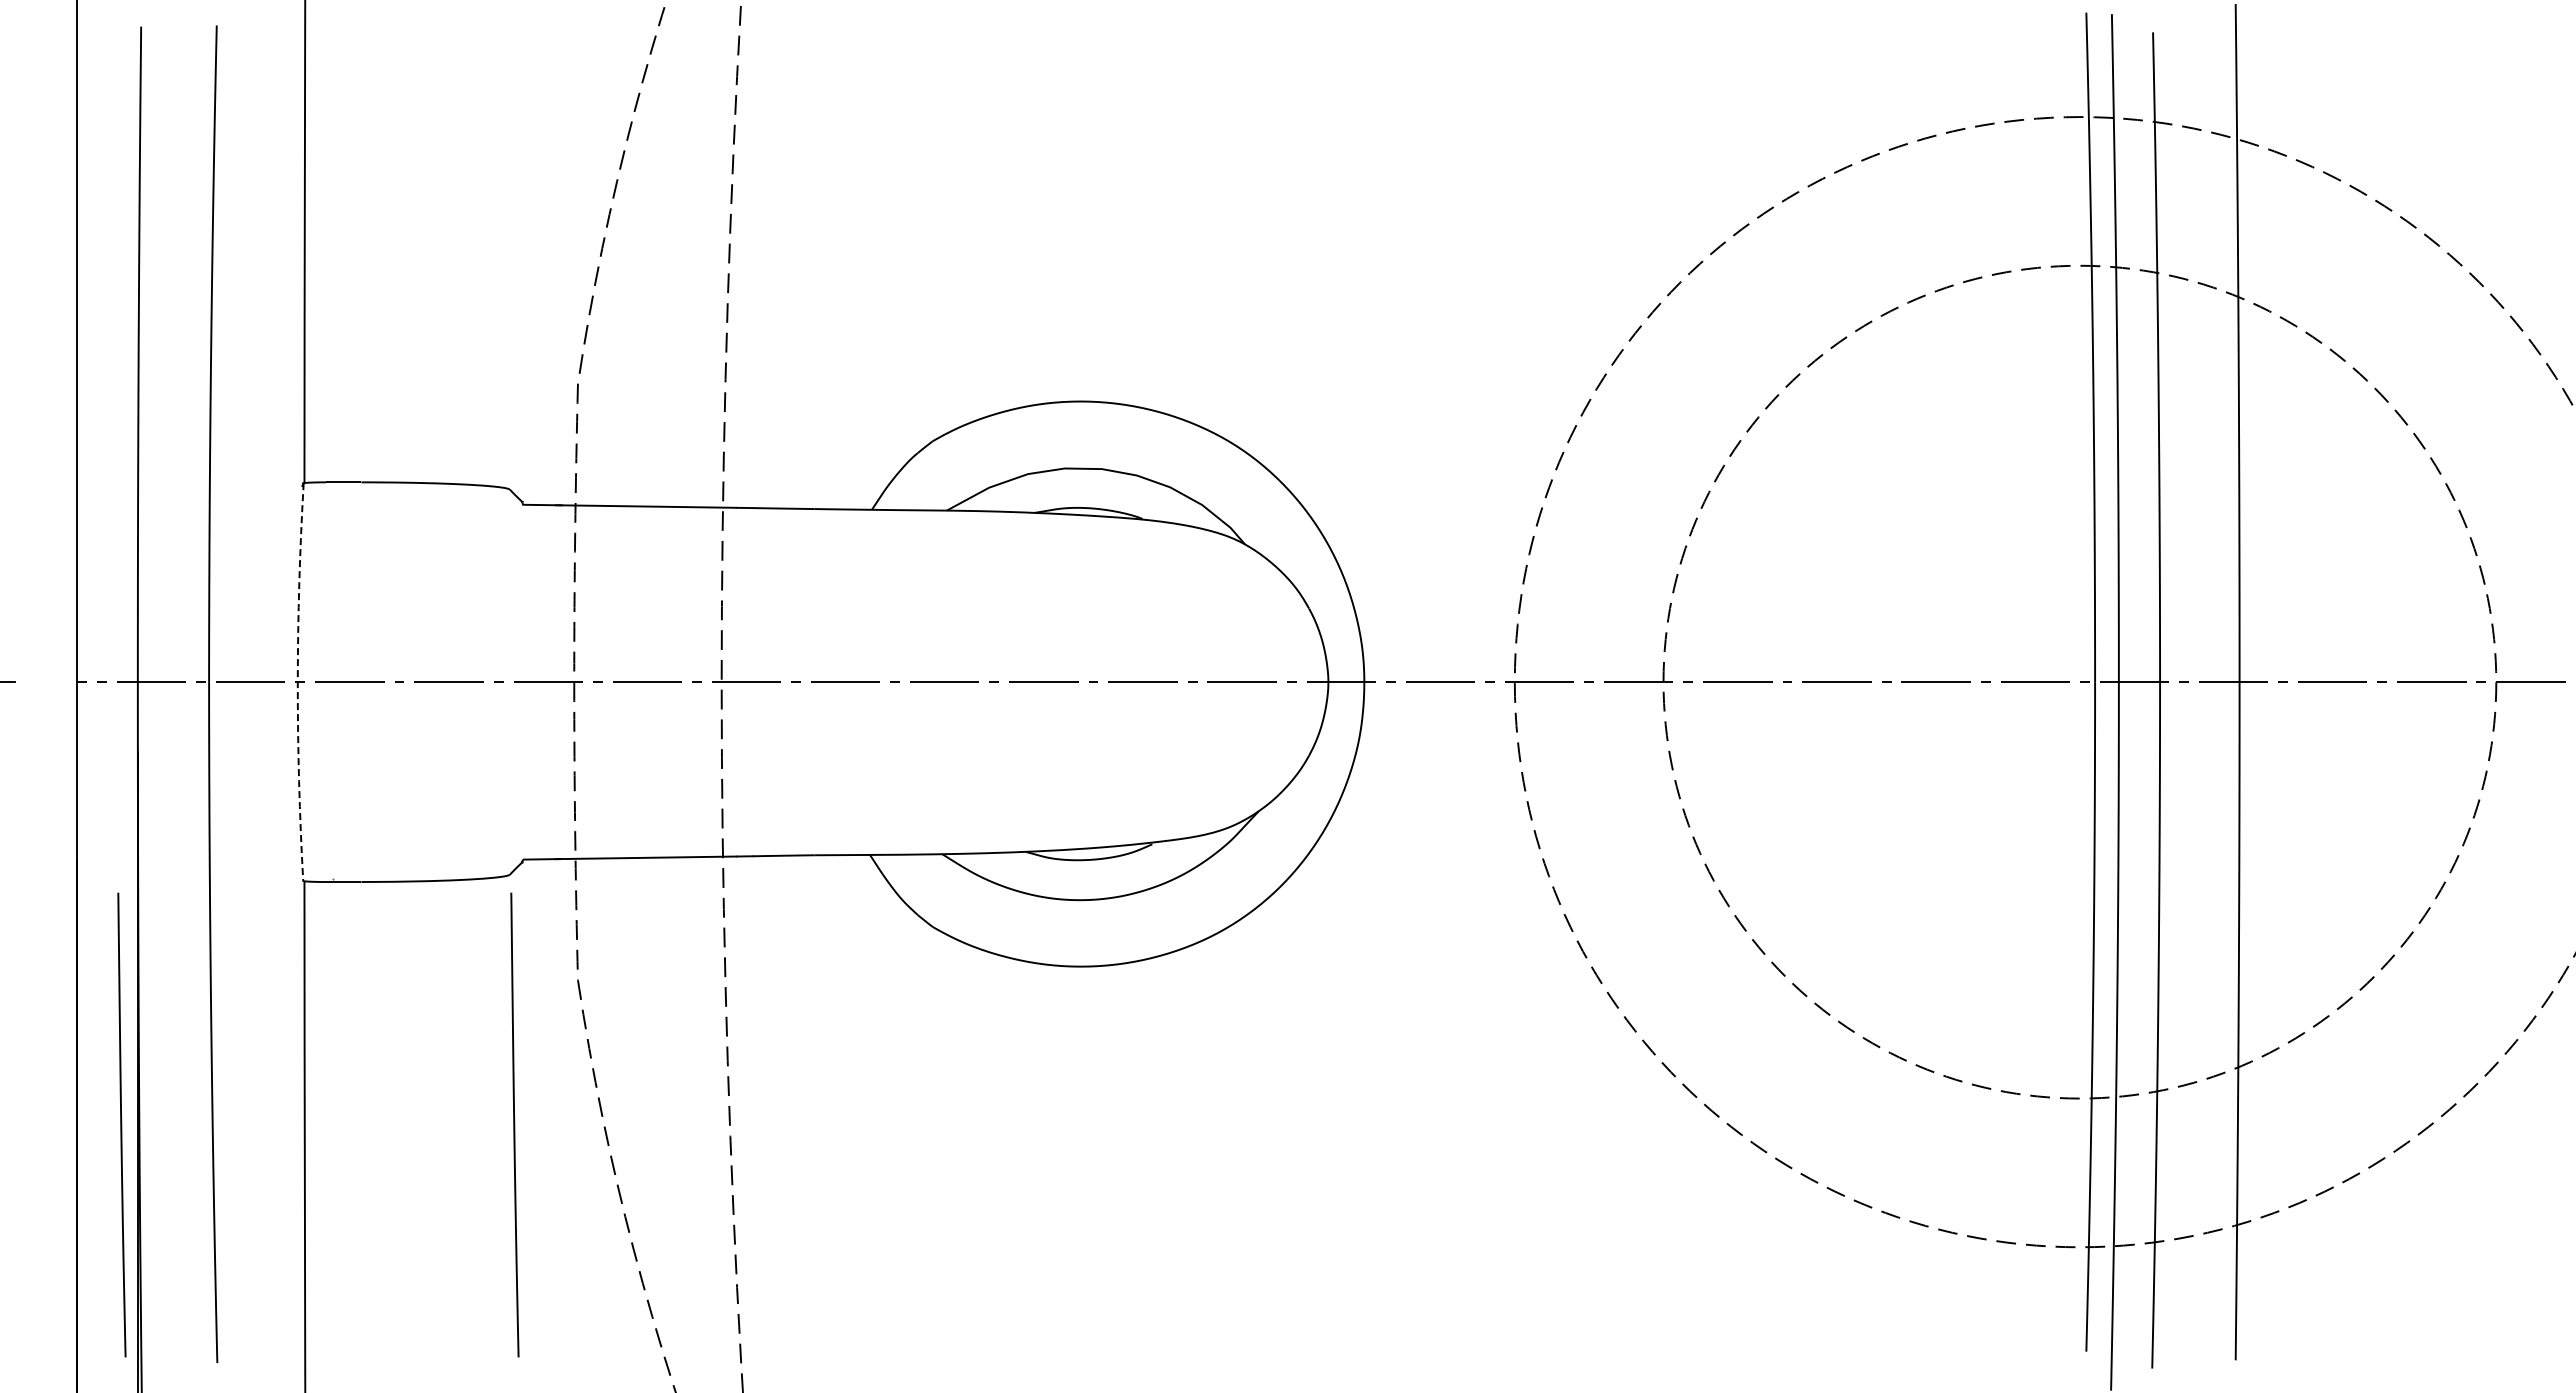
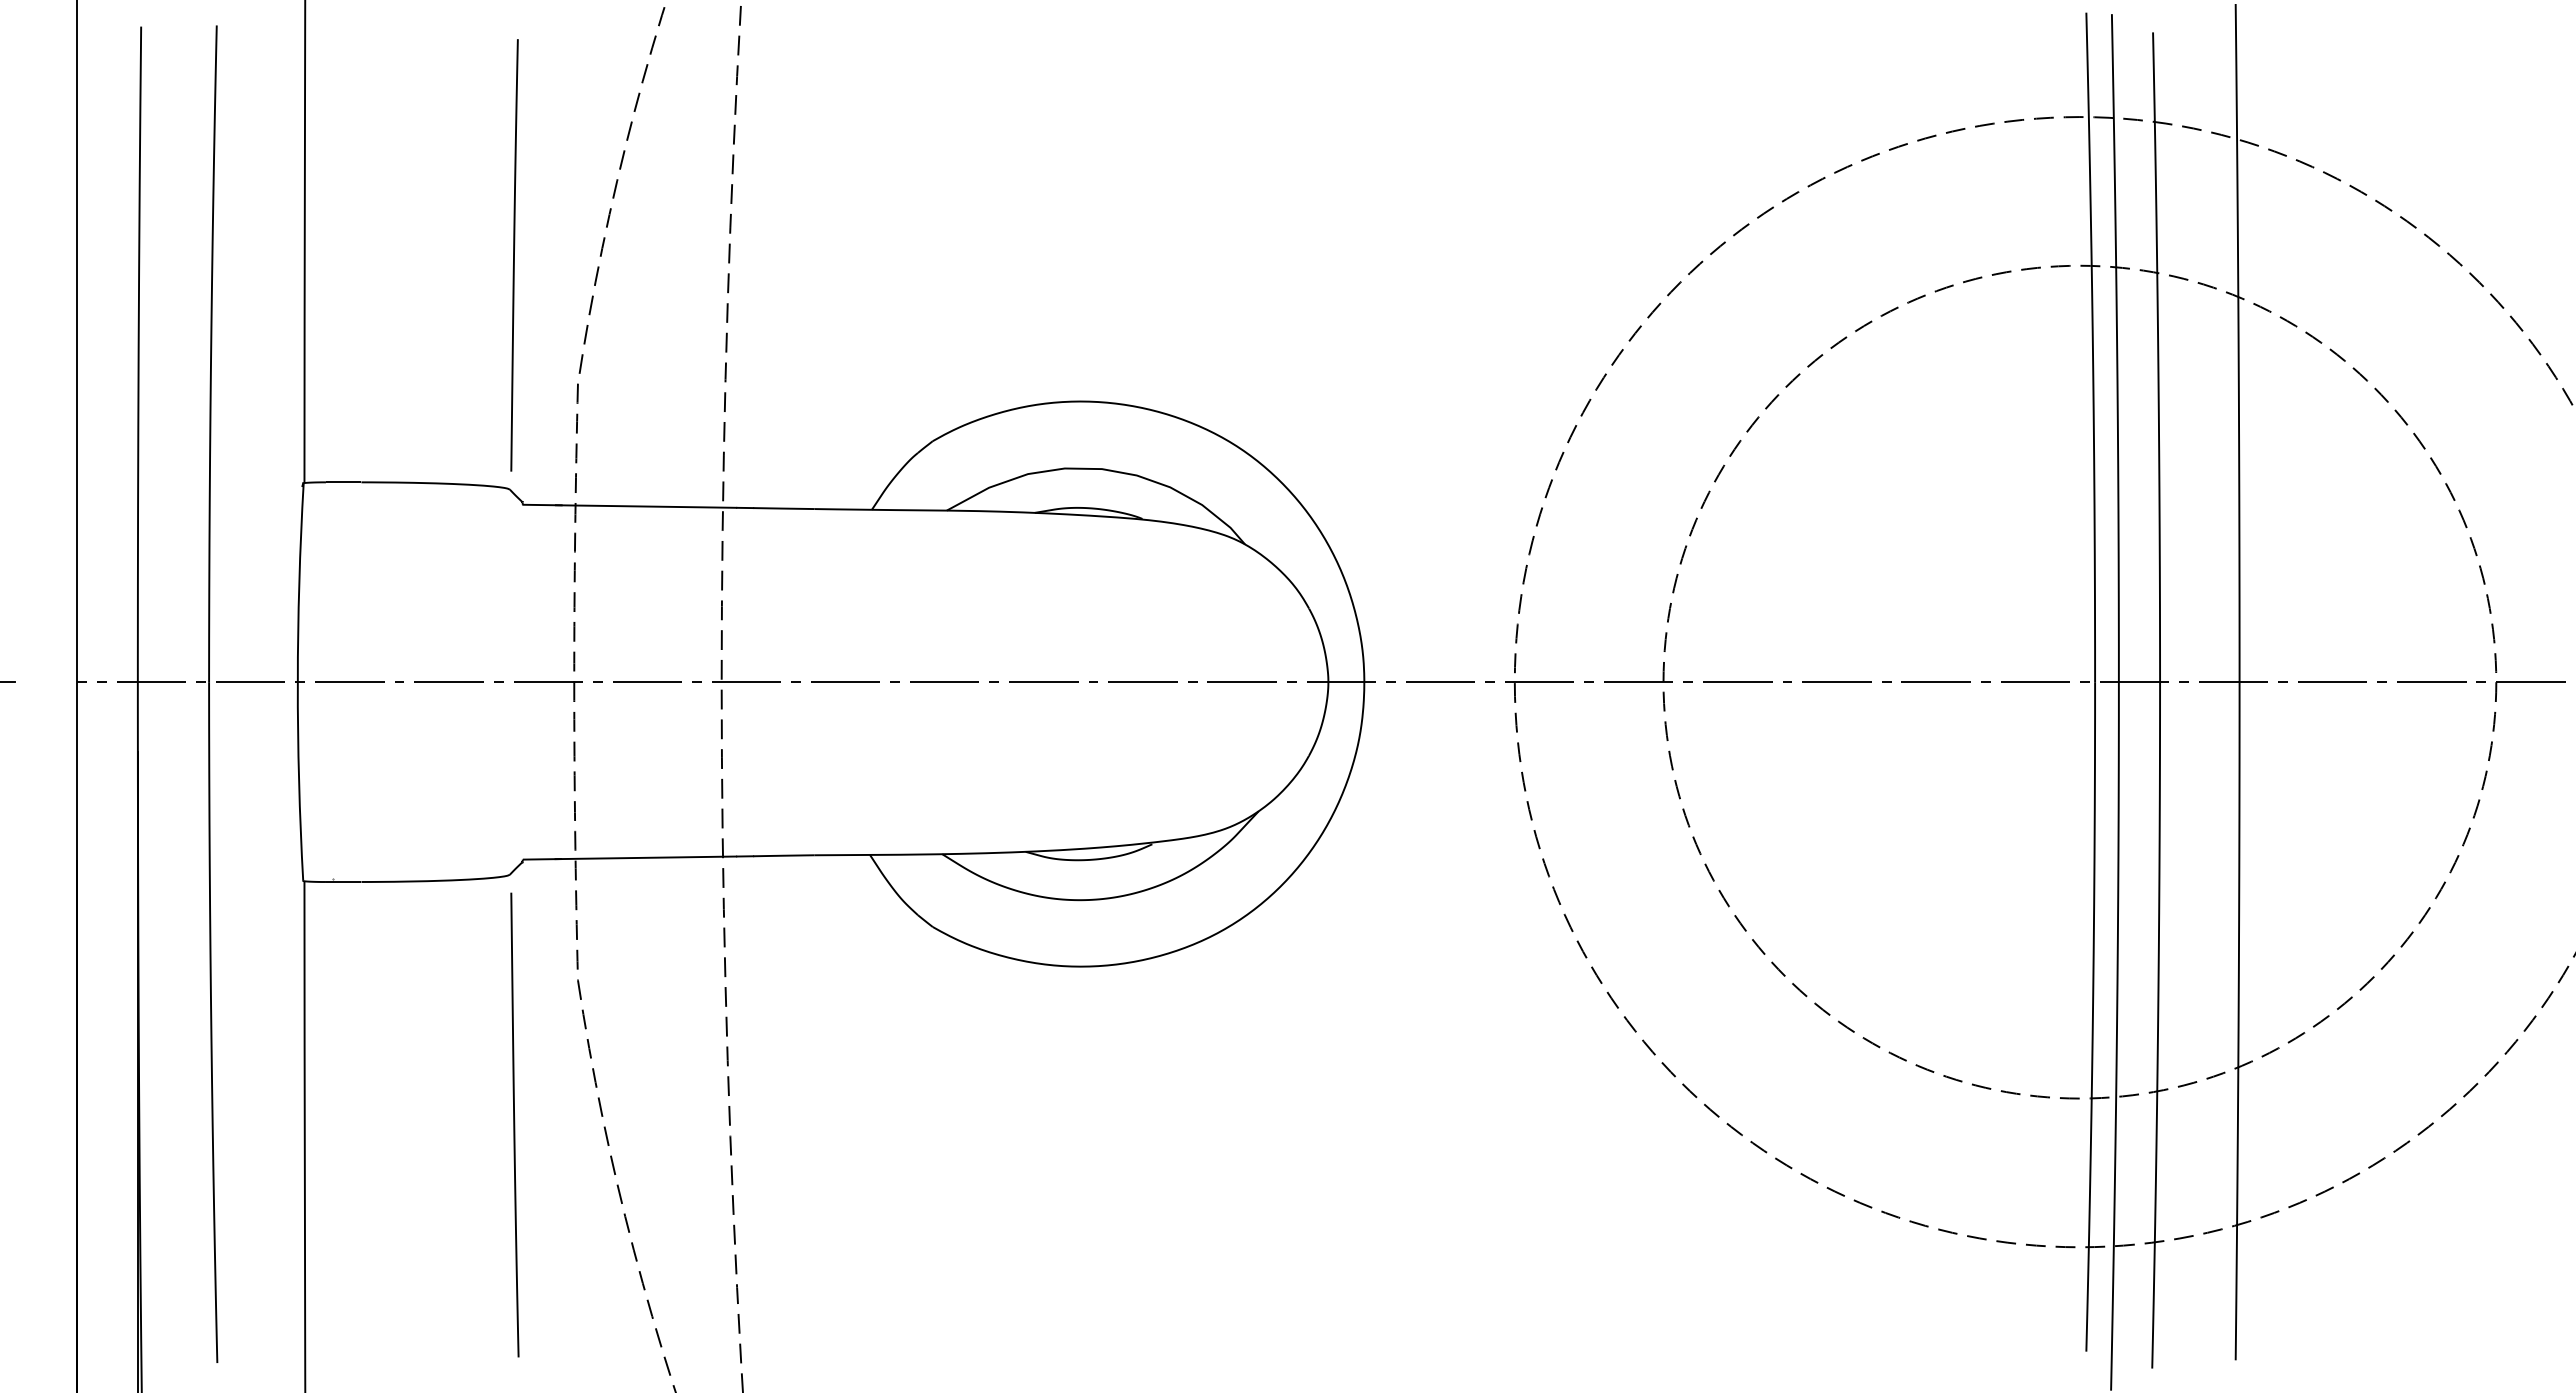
line at (514, 255): none -> present
arc at (297, 682): dashed -> solid
line at (121, 1124): present -> none
